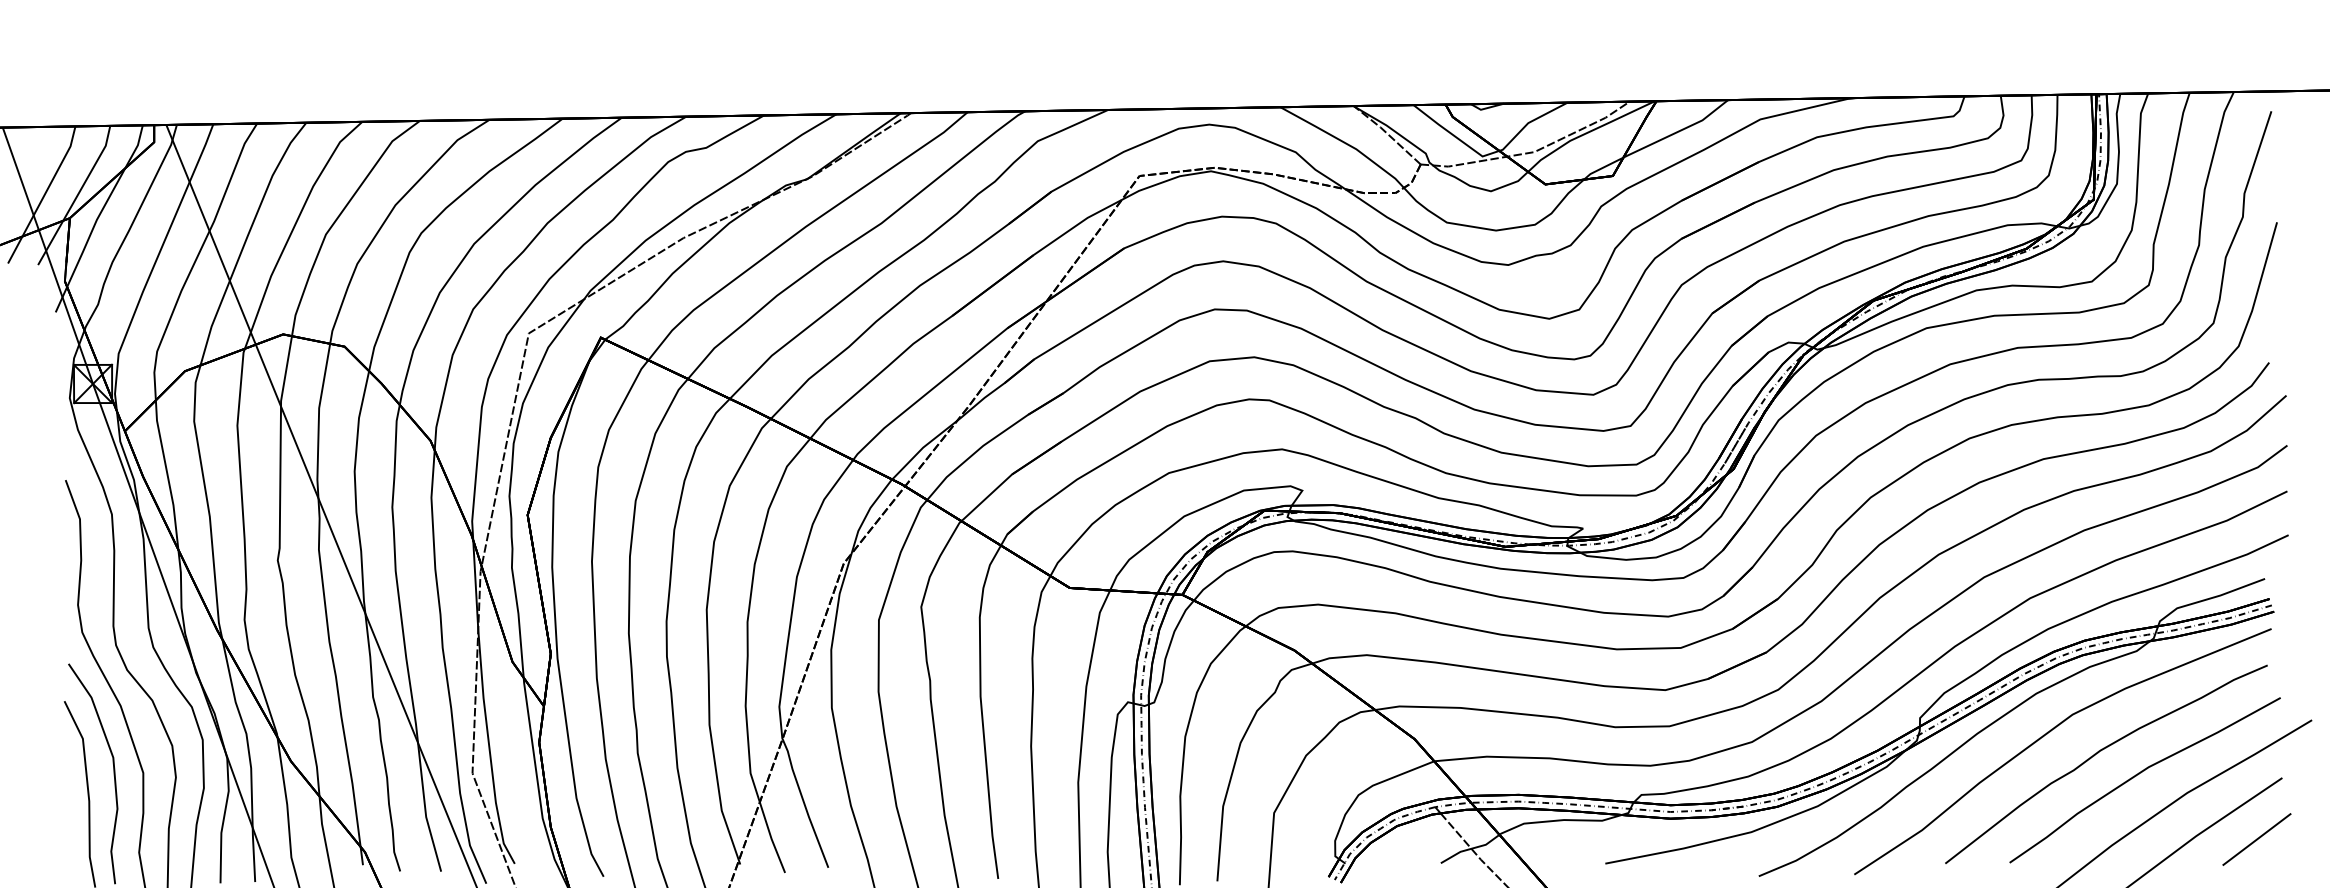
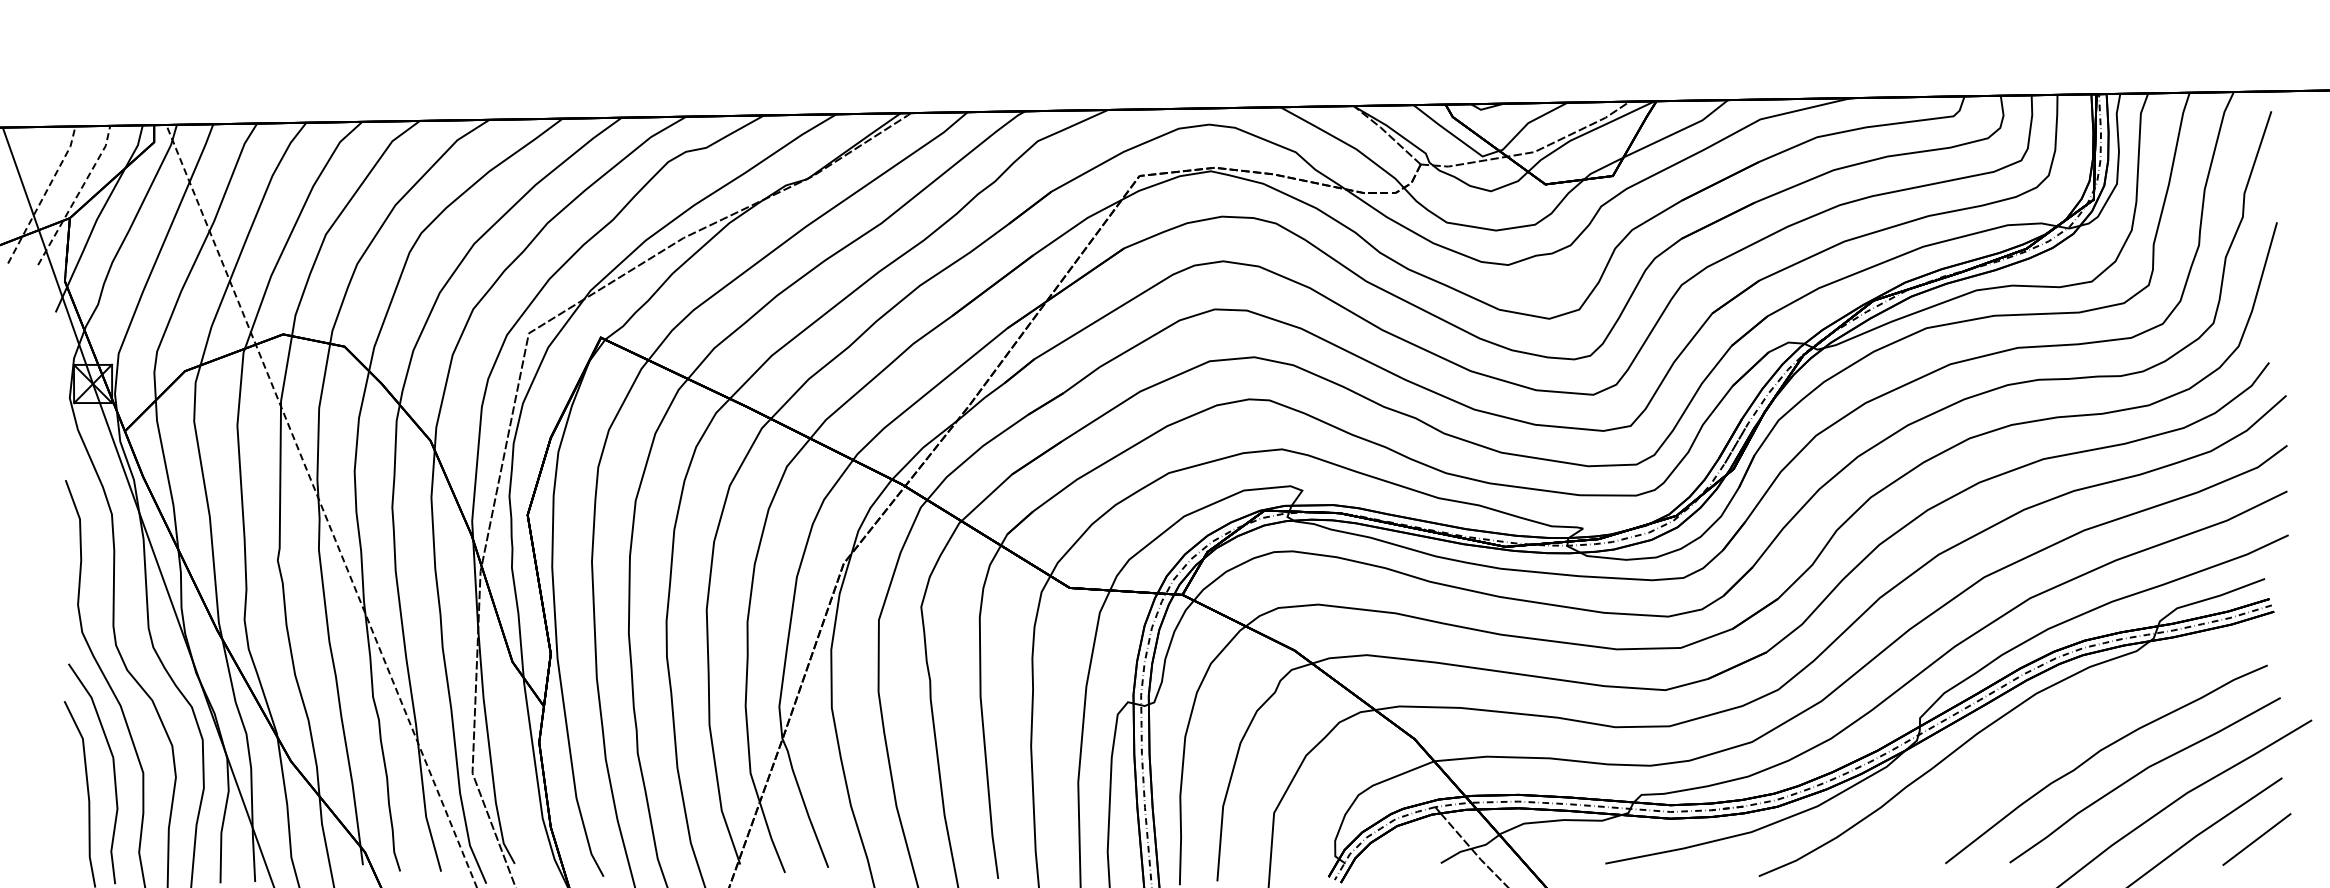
line at (44, 194): solid -> dashed
line at (77, 195): solid -> dashed
line at (321, 506): solid -> dashed
curve at (2050, 732): present -> none
